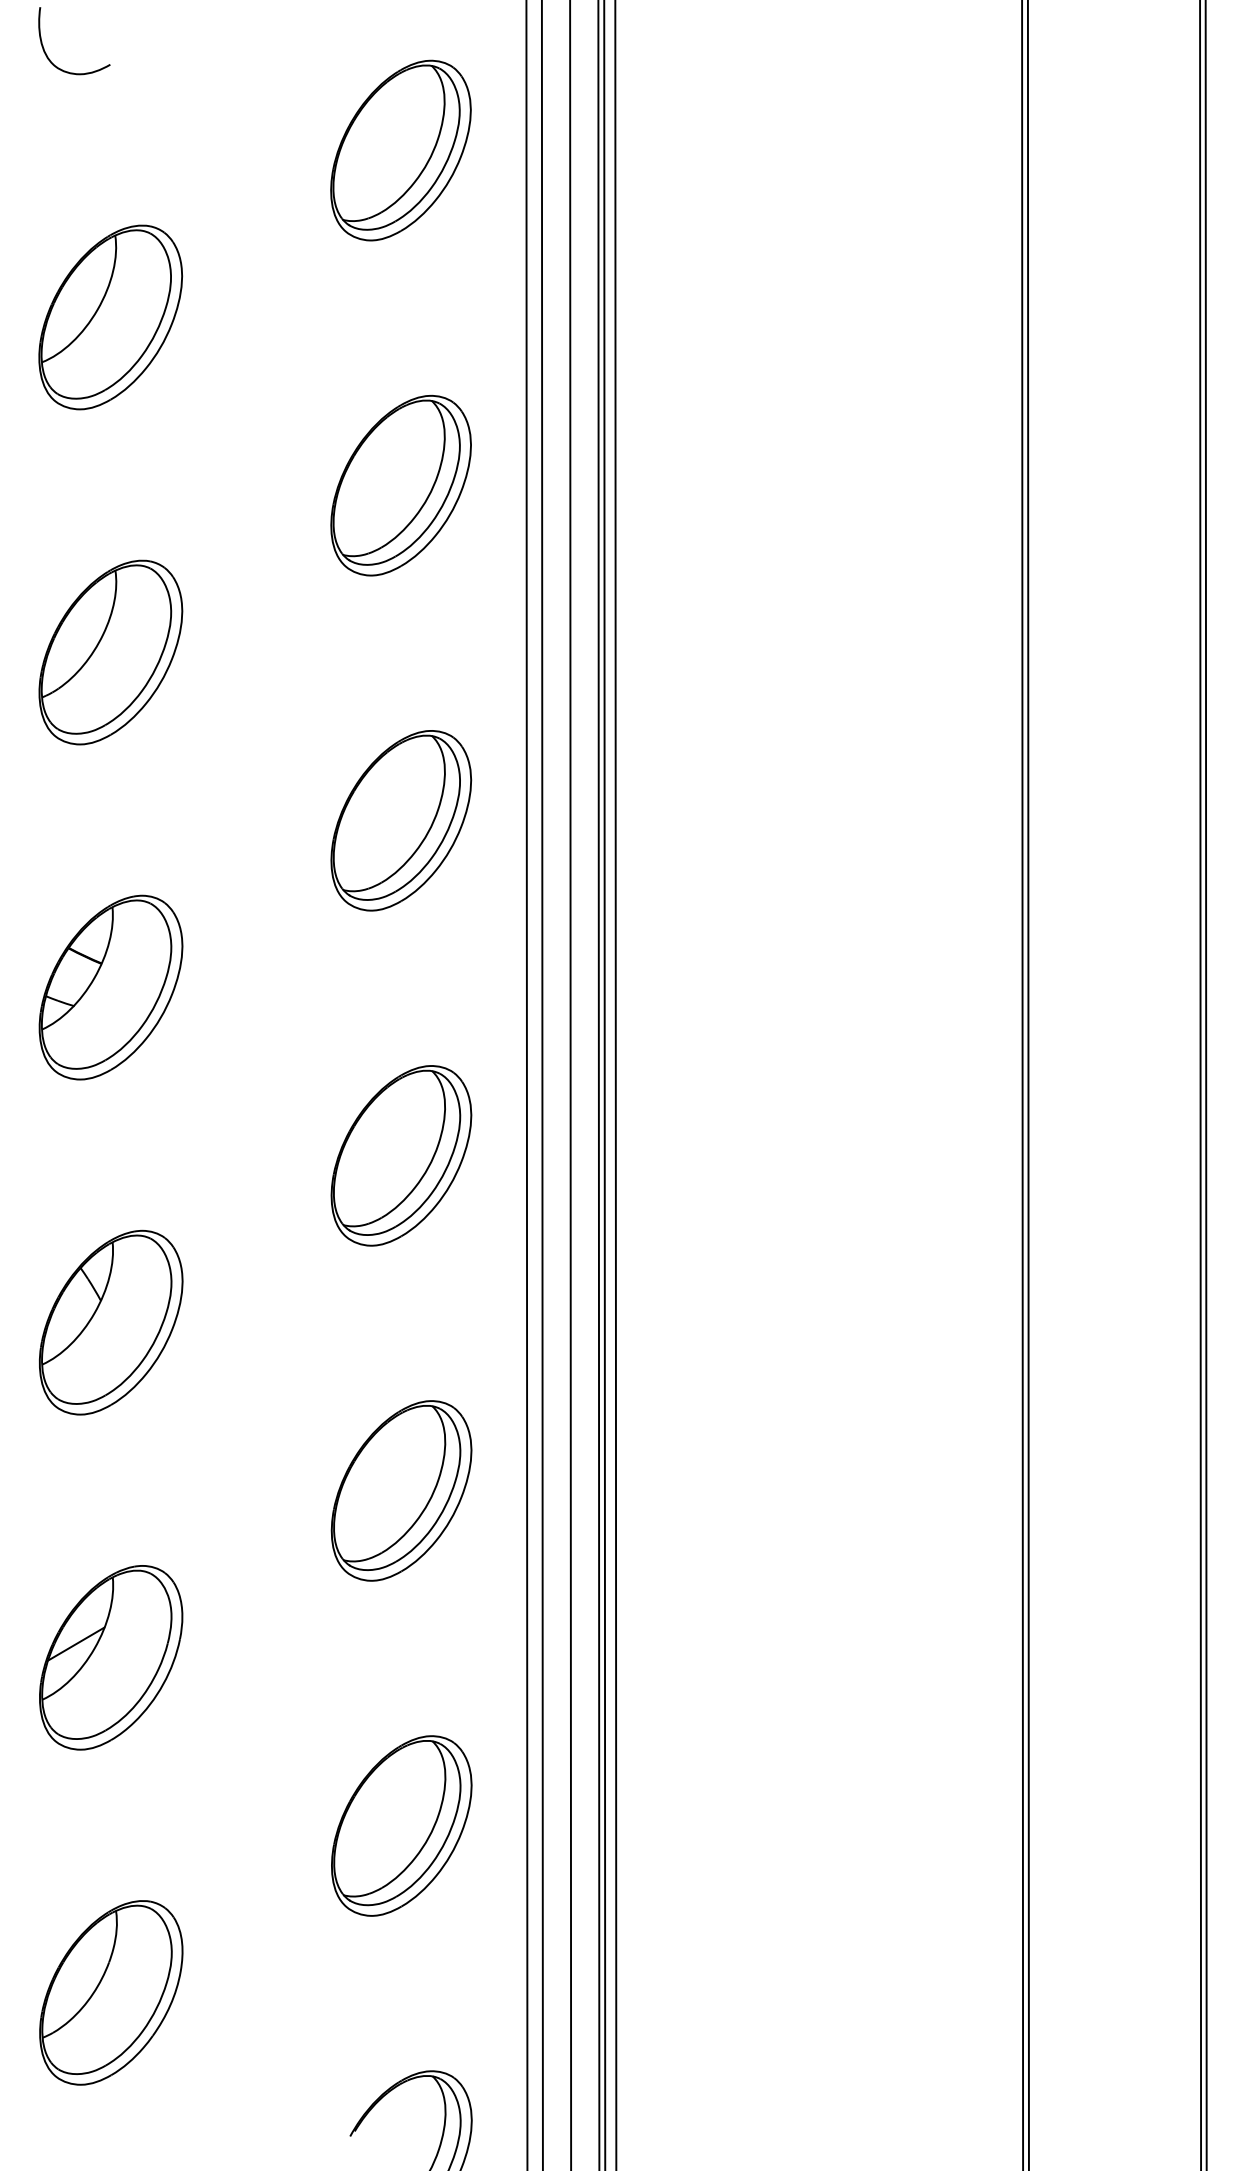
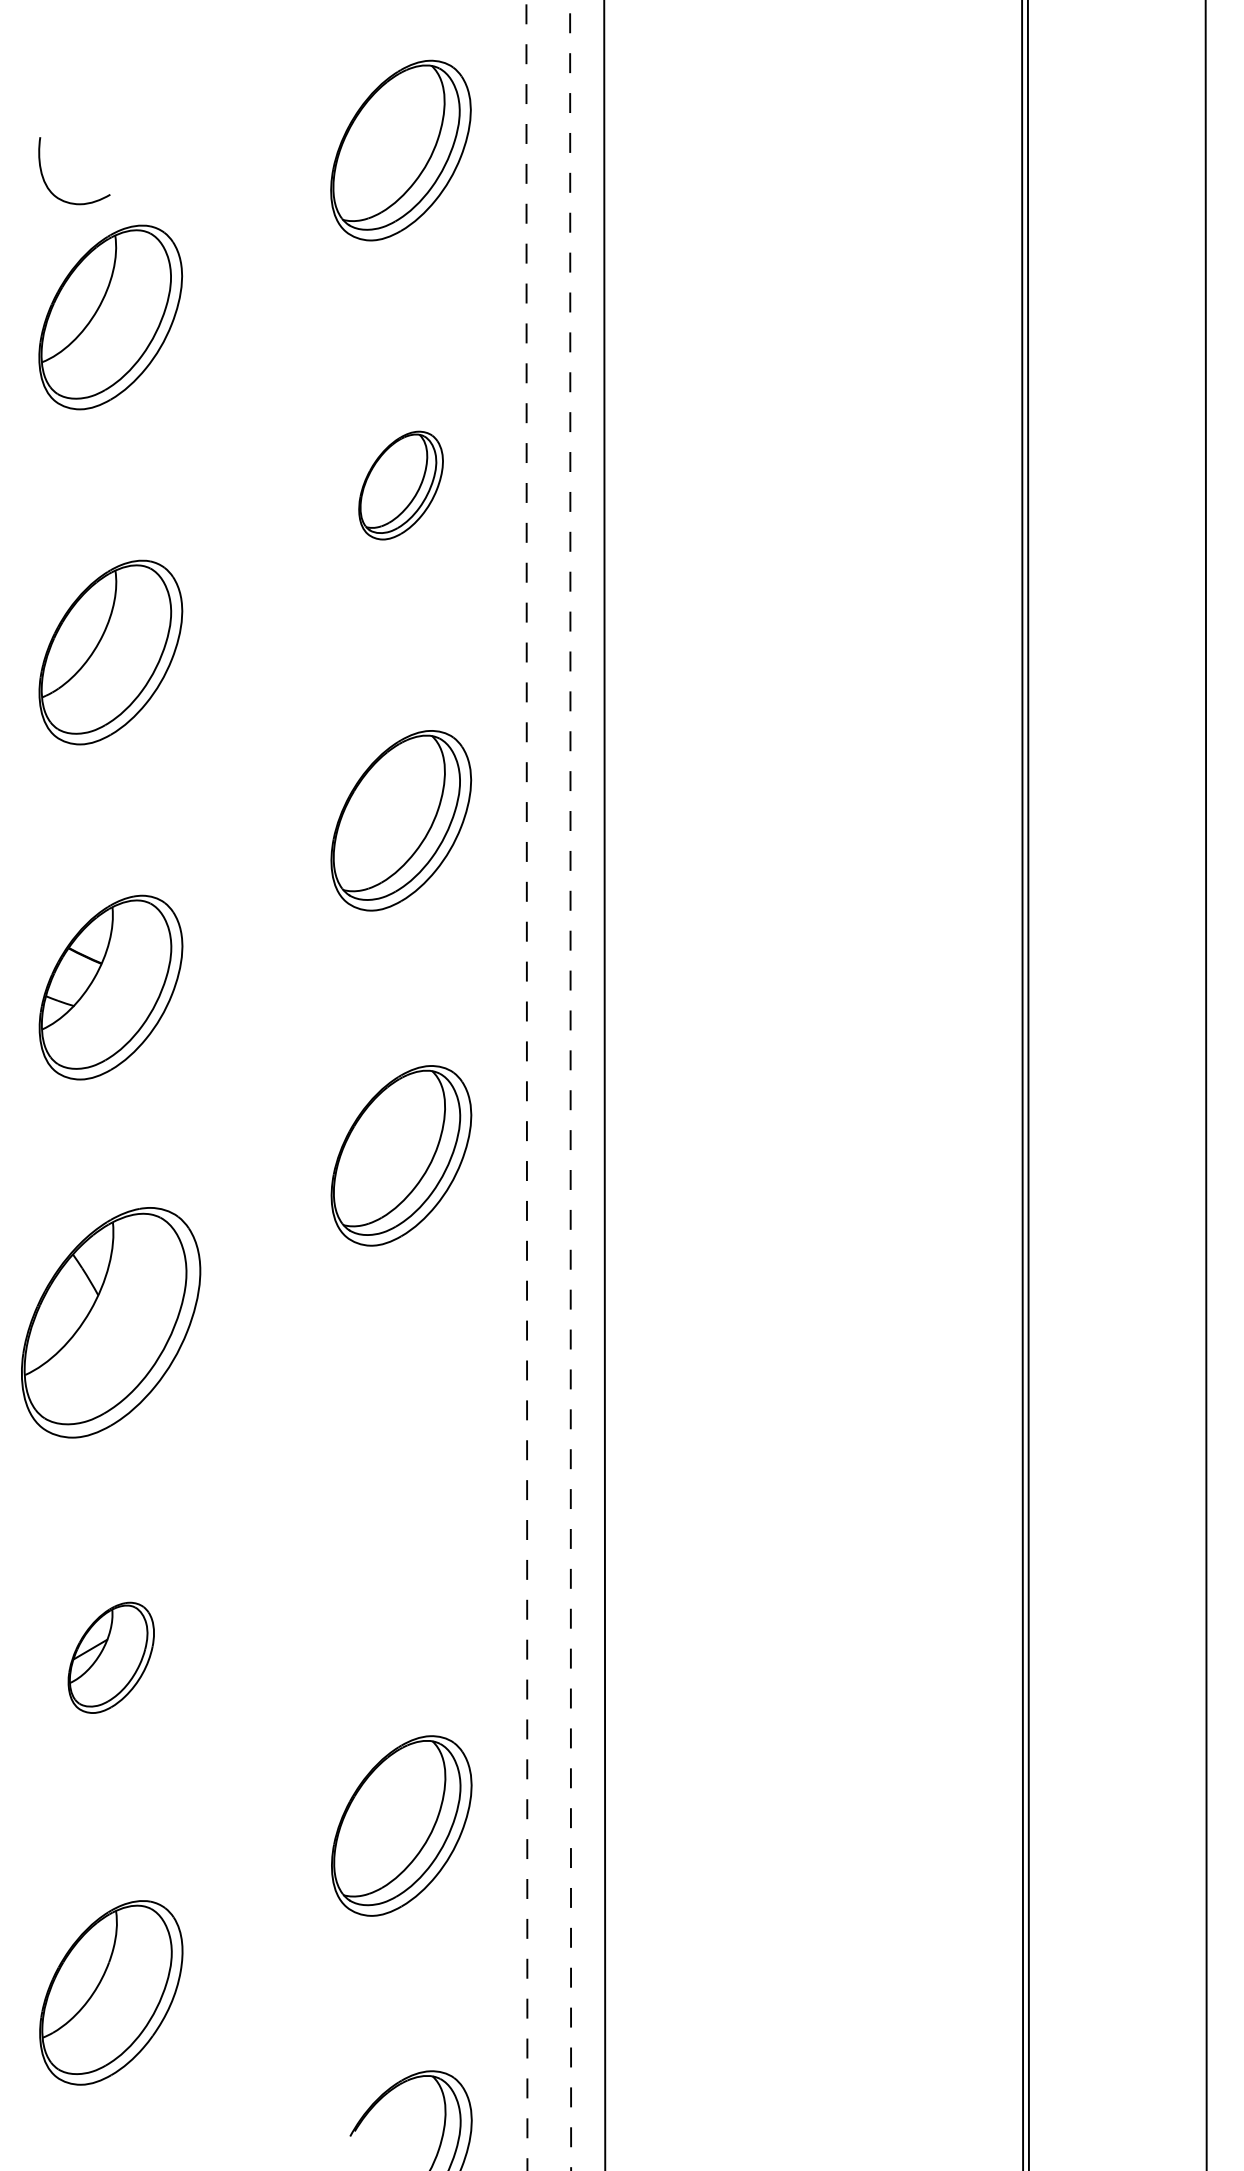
curve at (50, 59) position: (50, 59) -> (50, 189)
part at (400, 485) size: 142x183 px -> 86x111 px
line at (526, 1084): solid -> dashed
line at (541, 1084): present -> none
line at (598, 1084): present -> none
line at (615, 1084): present -> none
line at (1200, 1084): present -> none
line at (570, 1085): solid -> dashed
part at (111, 1322) size: 145x187 px -> 181x232 px
part at (401, 1490): present -> none
part at (111, 1657) size: 145x186 px -> 88x113 px
